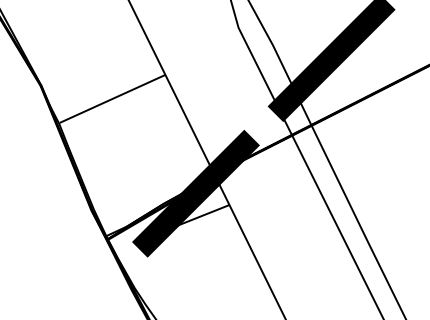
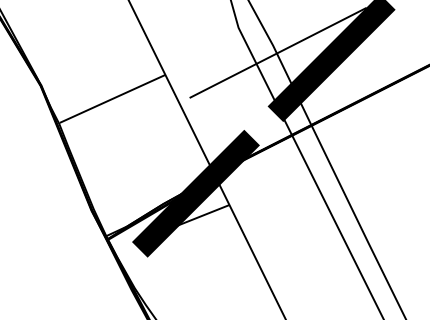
line at (277, 52): none -> present
